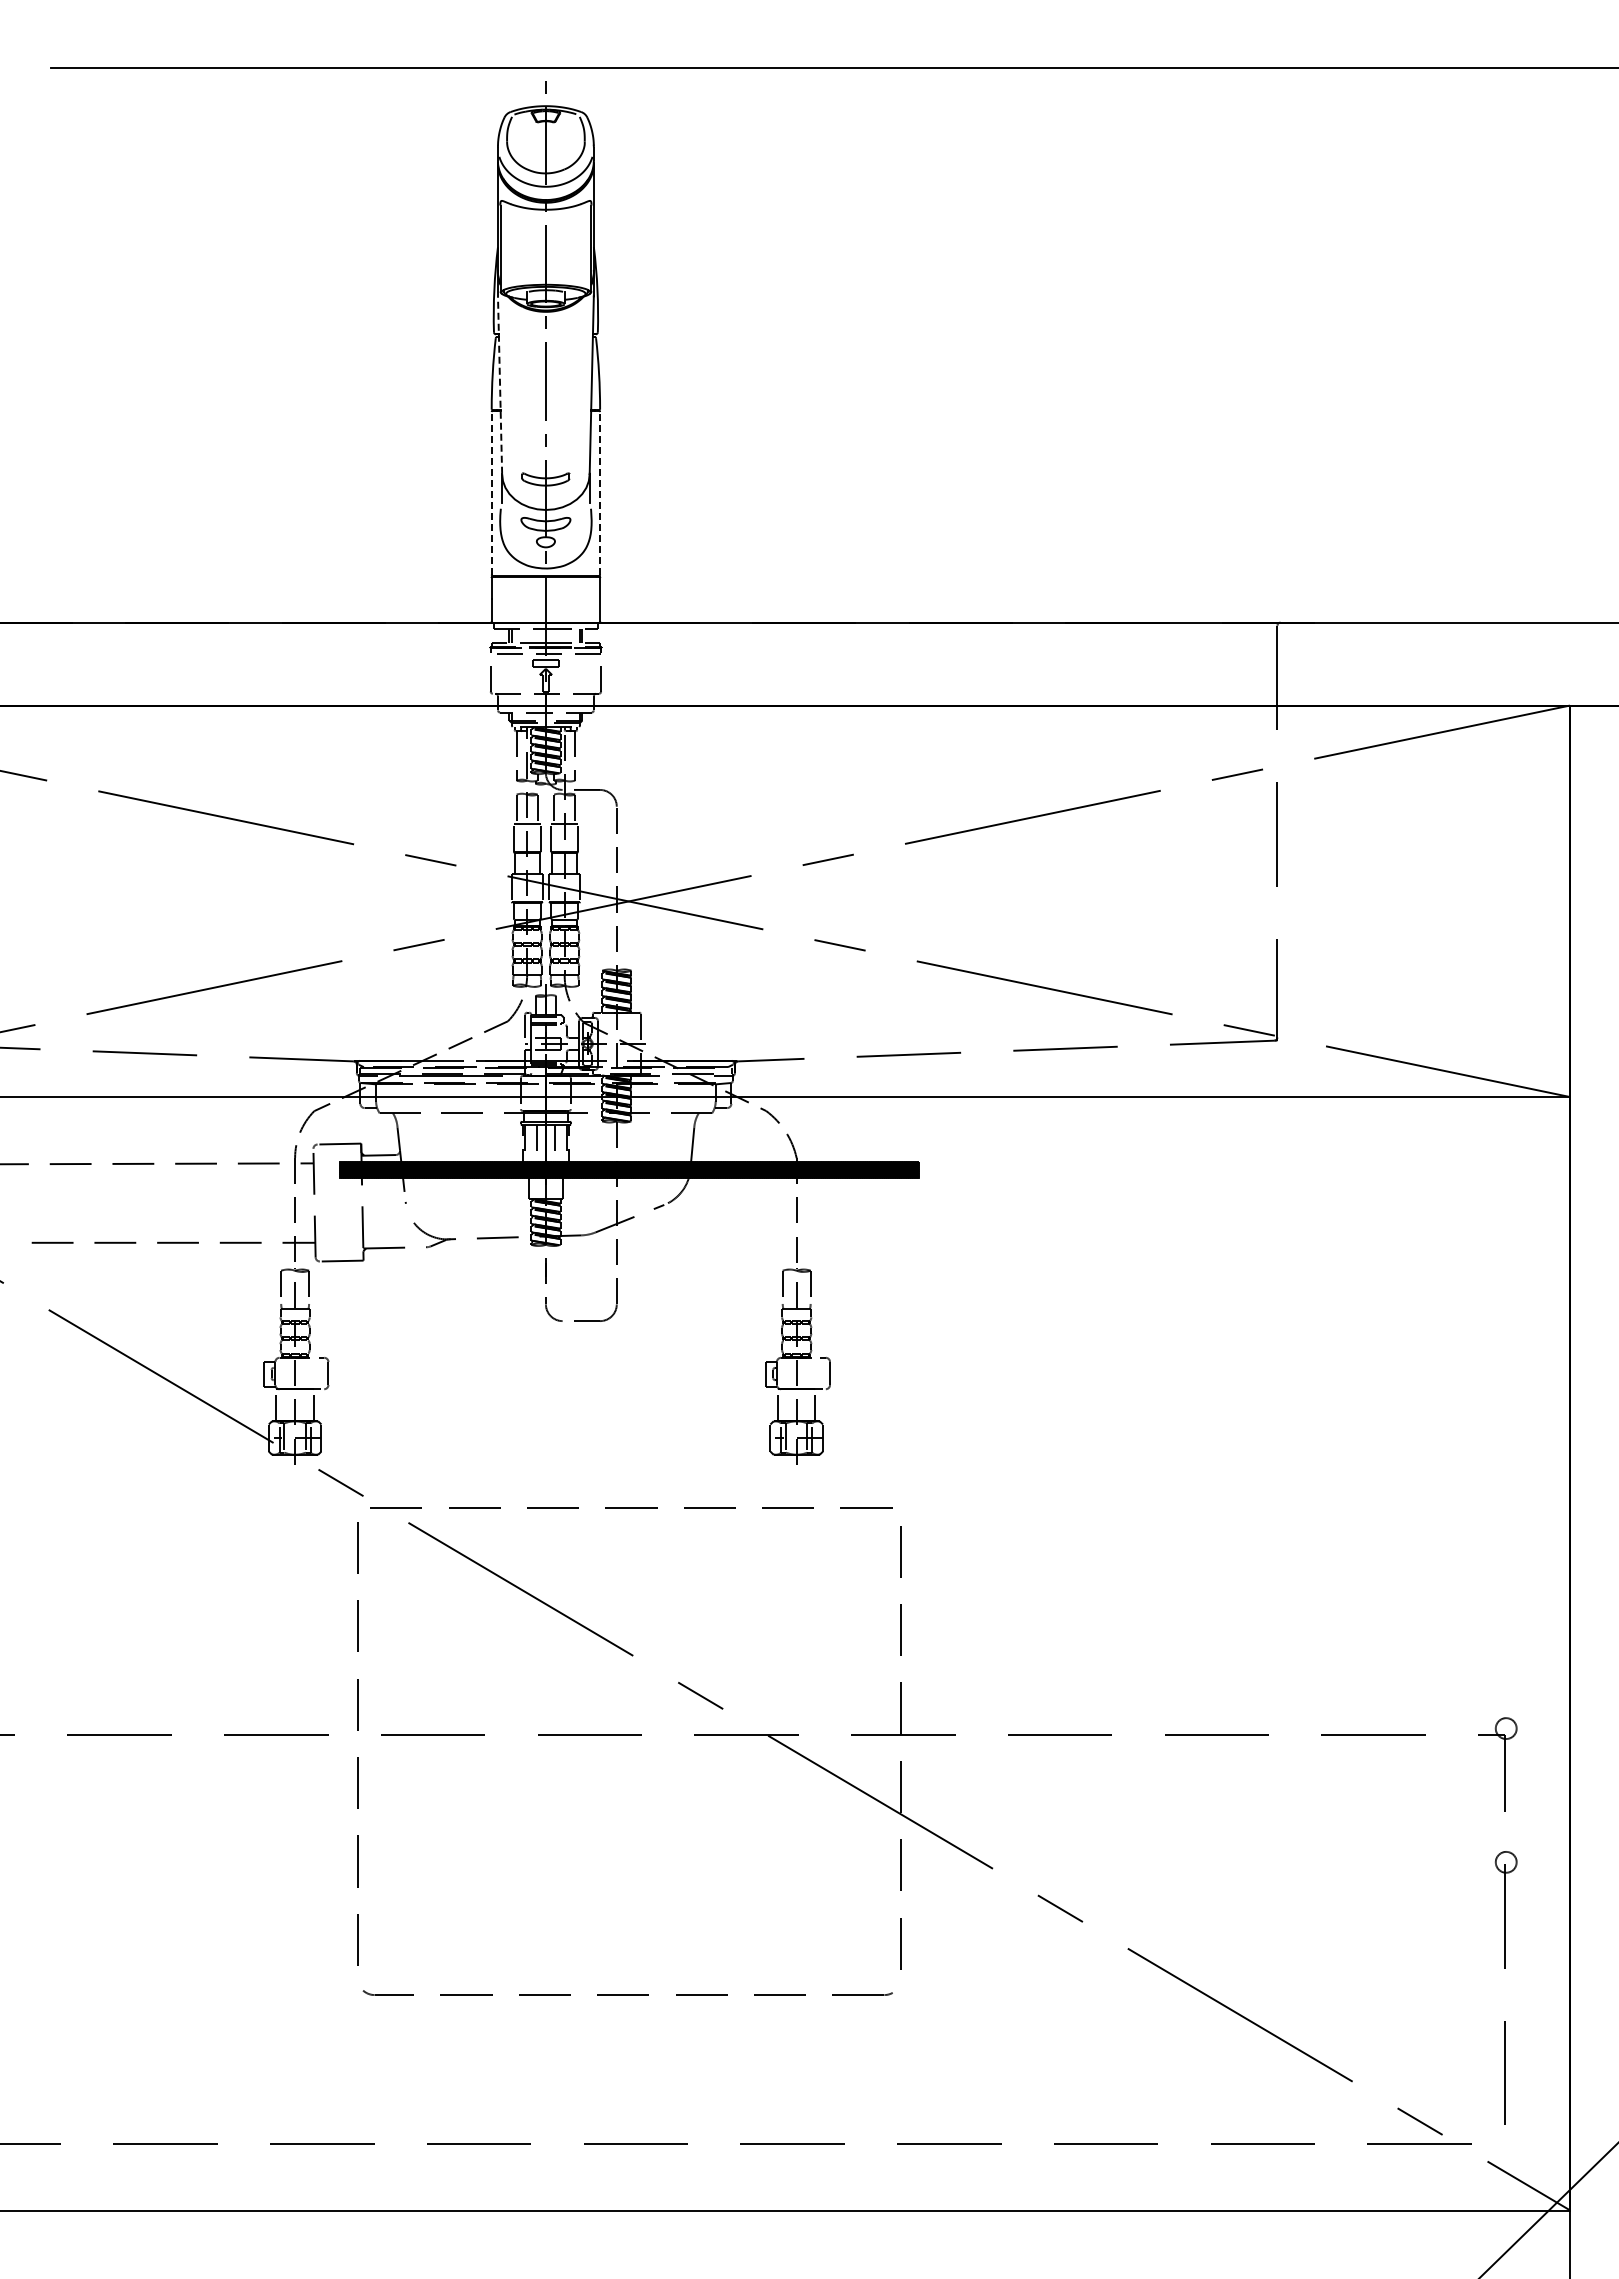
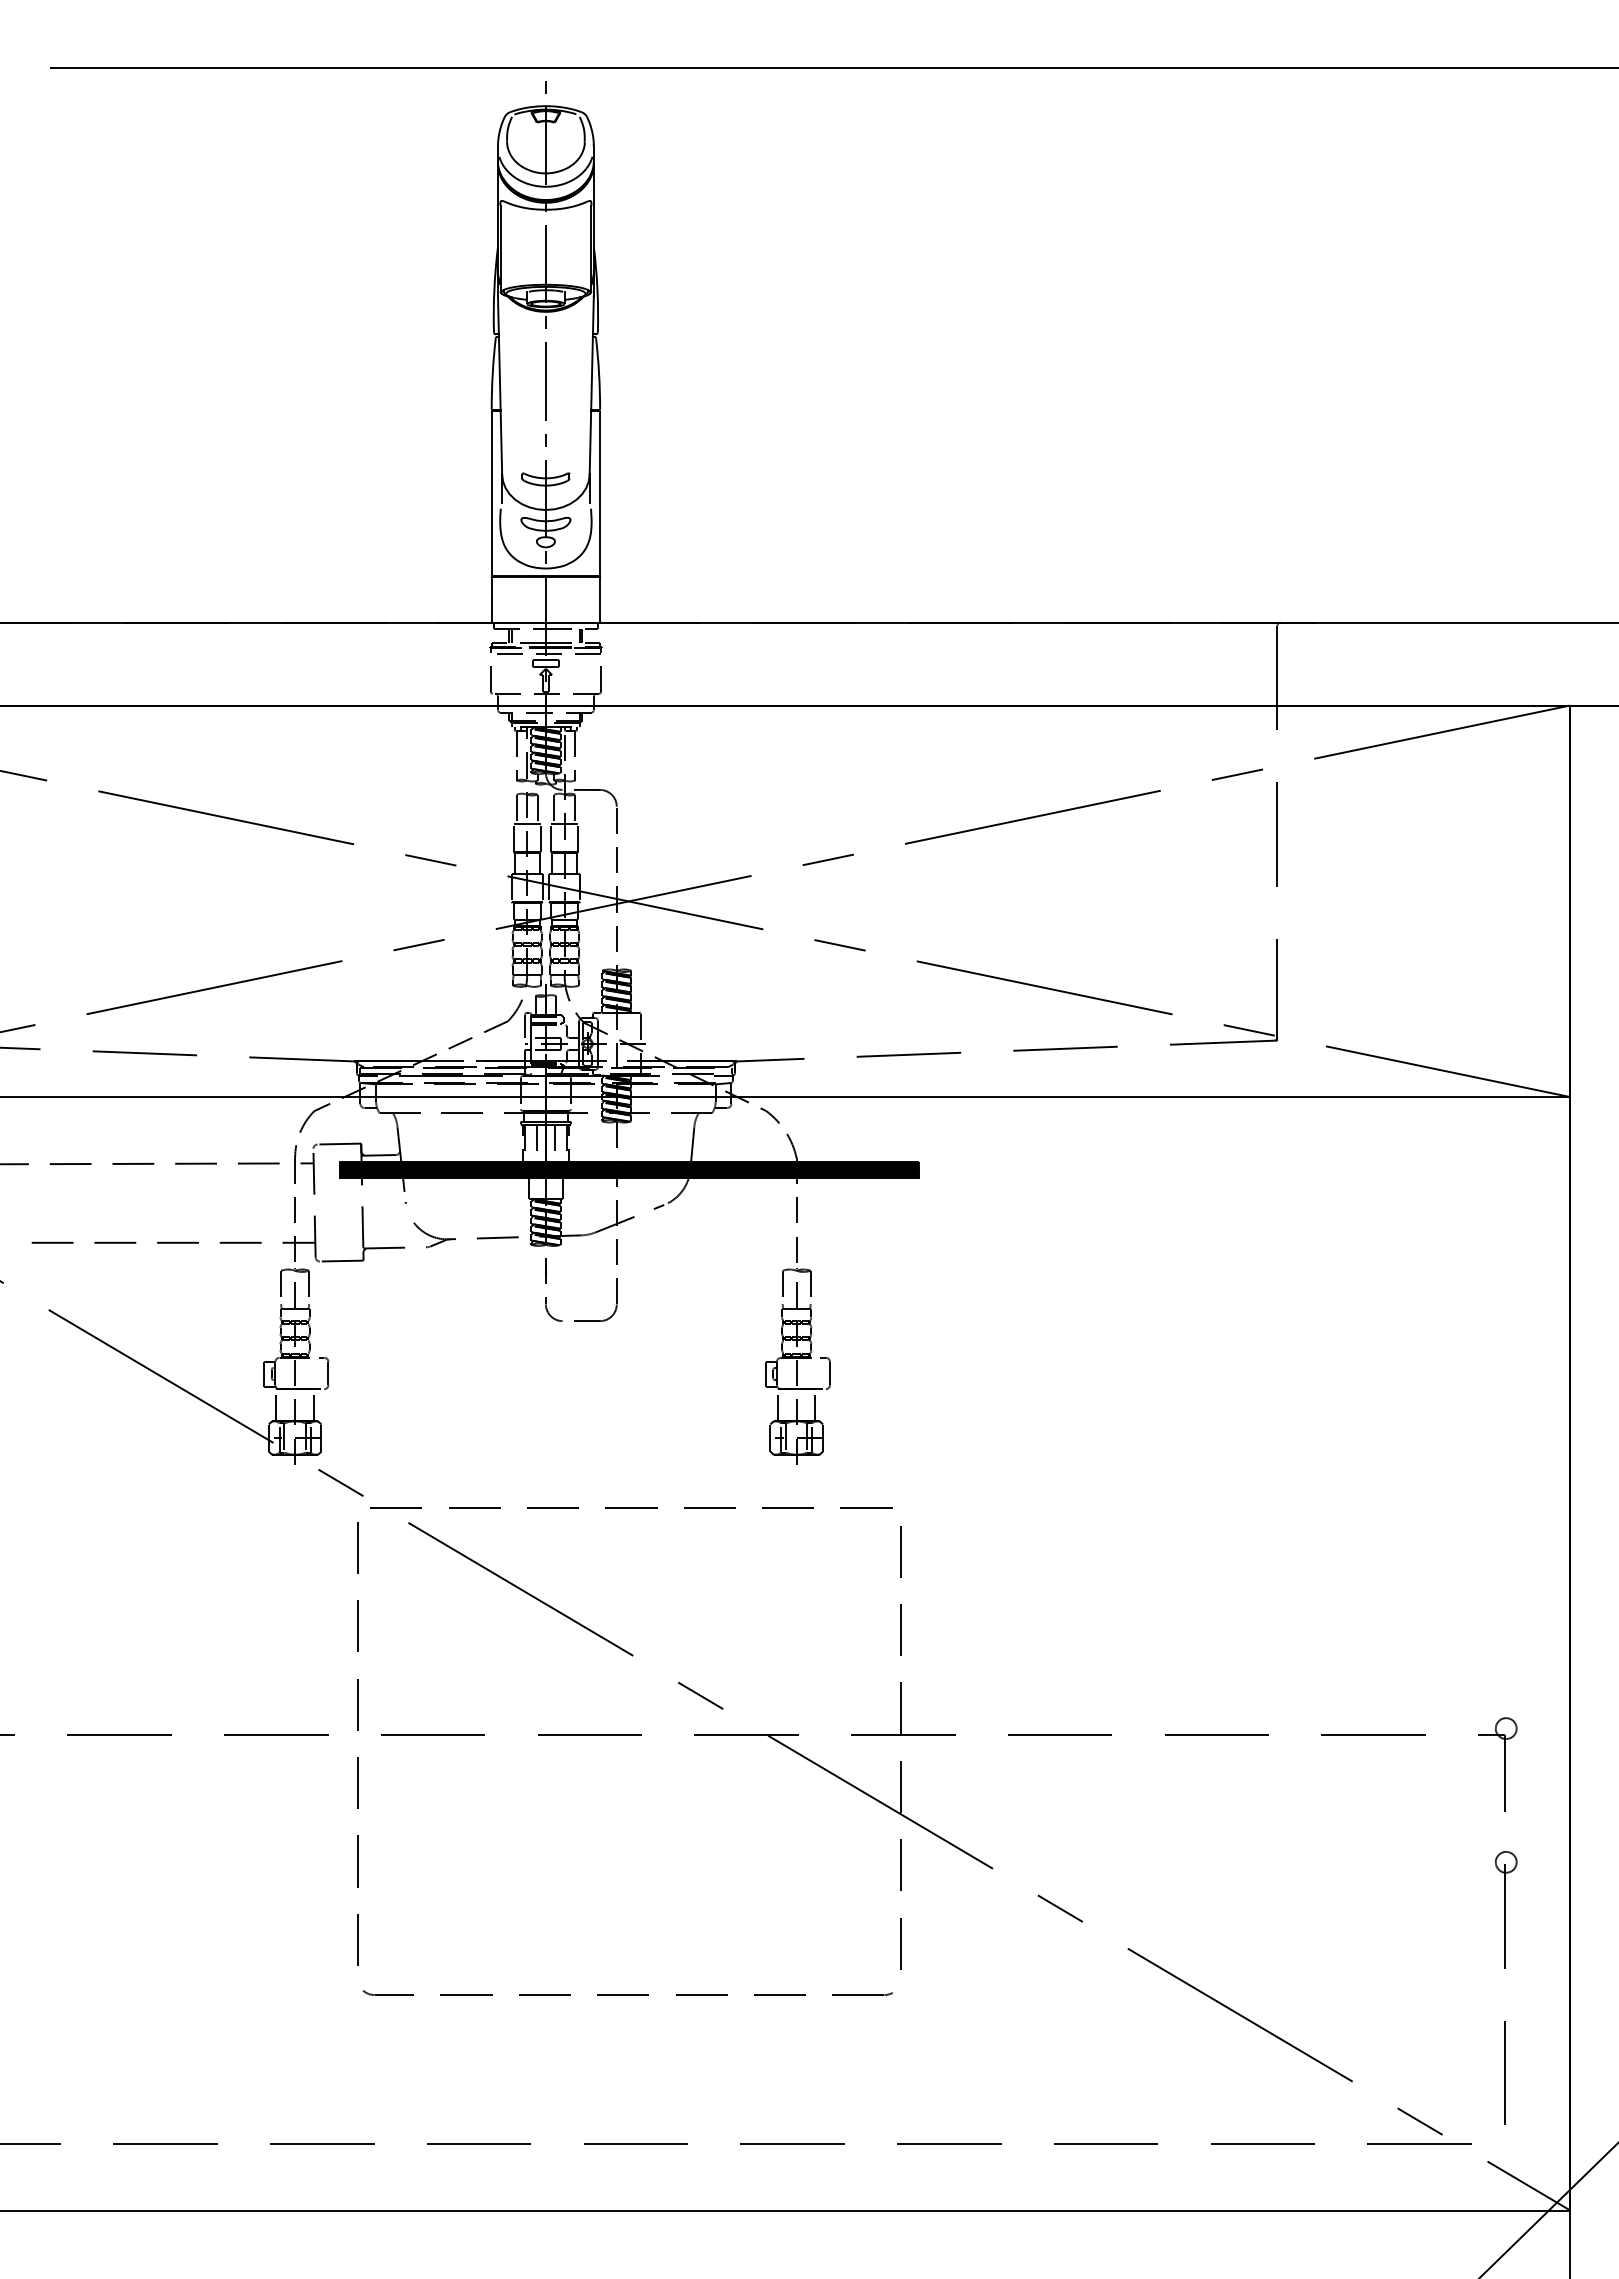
line at (500, 385): dashed -> solid
line at (491, 492): dashed -> solid
line at (600, 492): dashed -> solid
